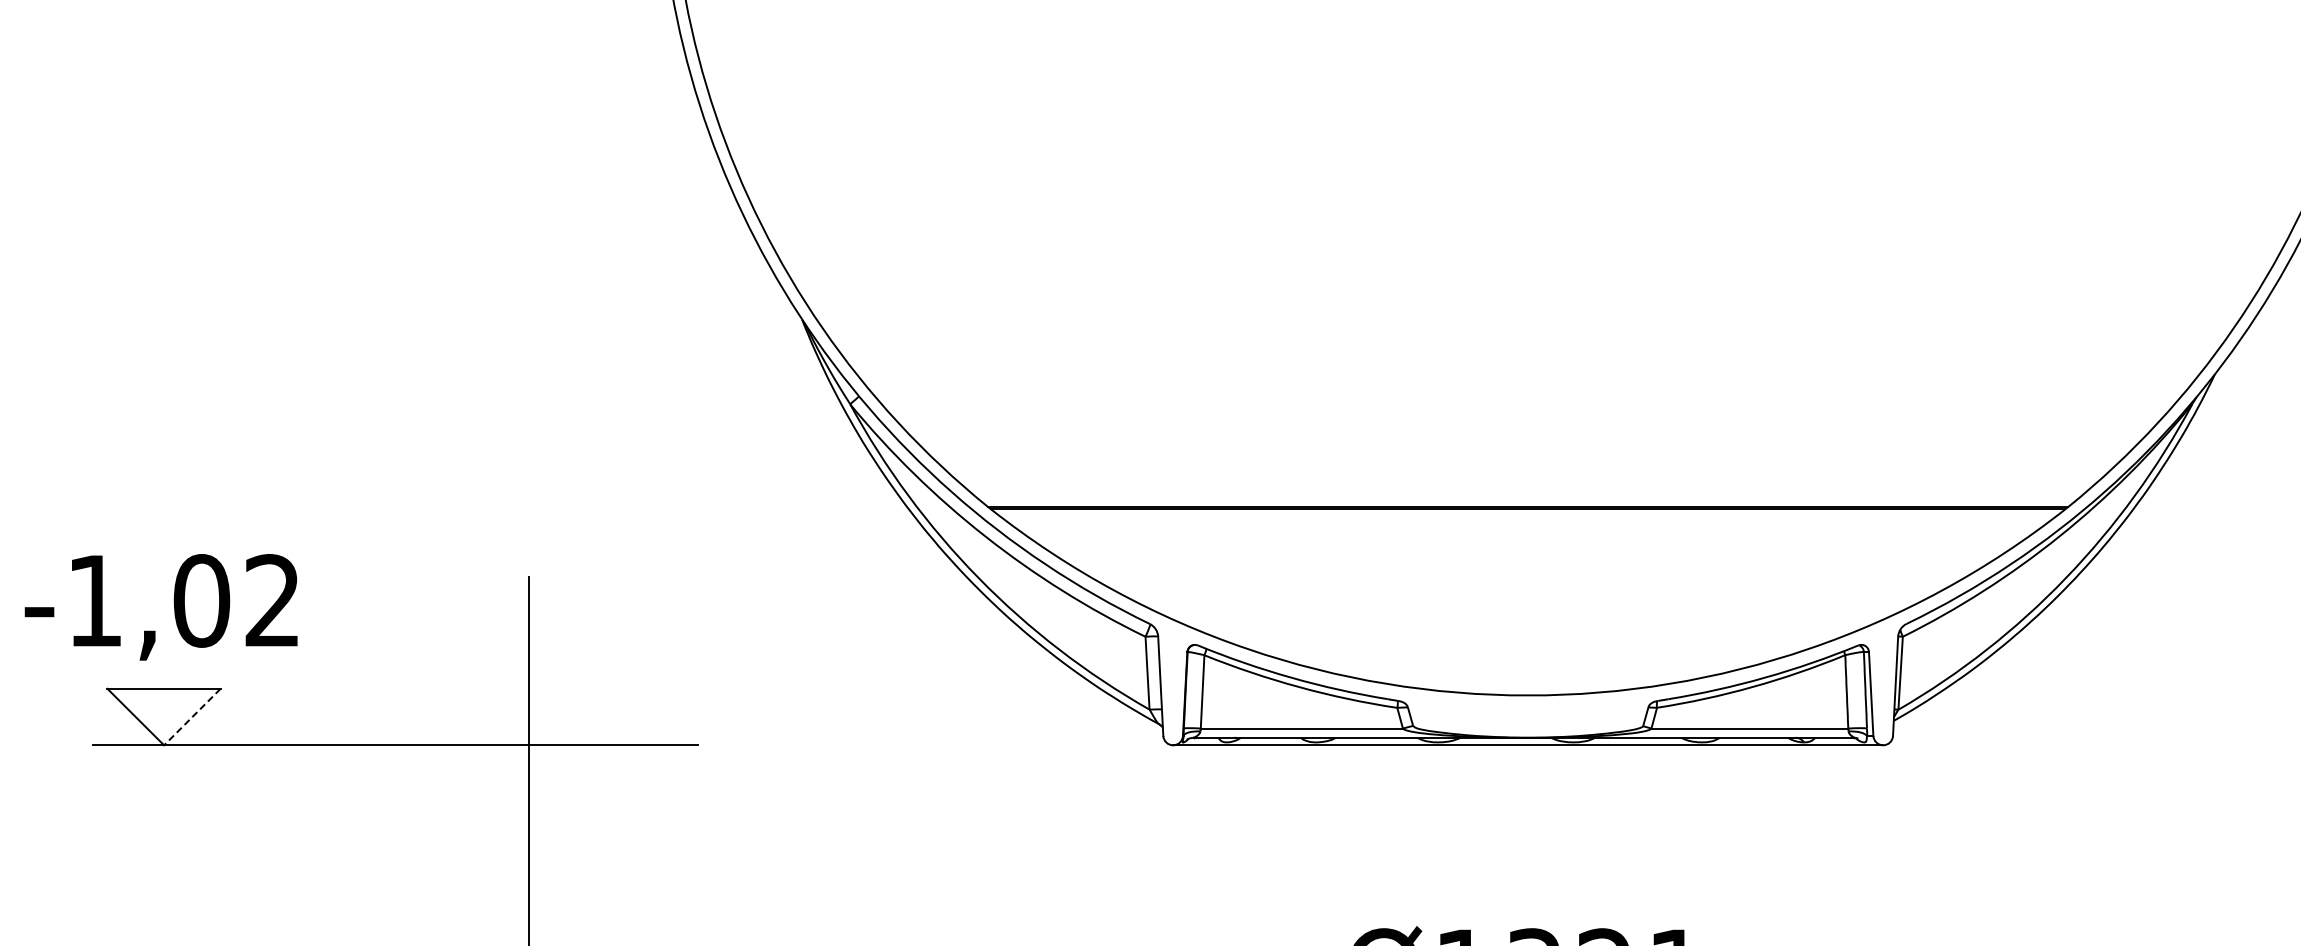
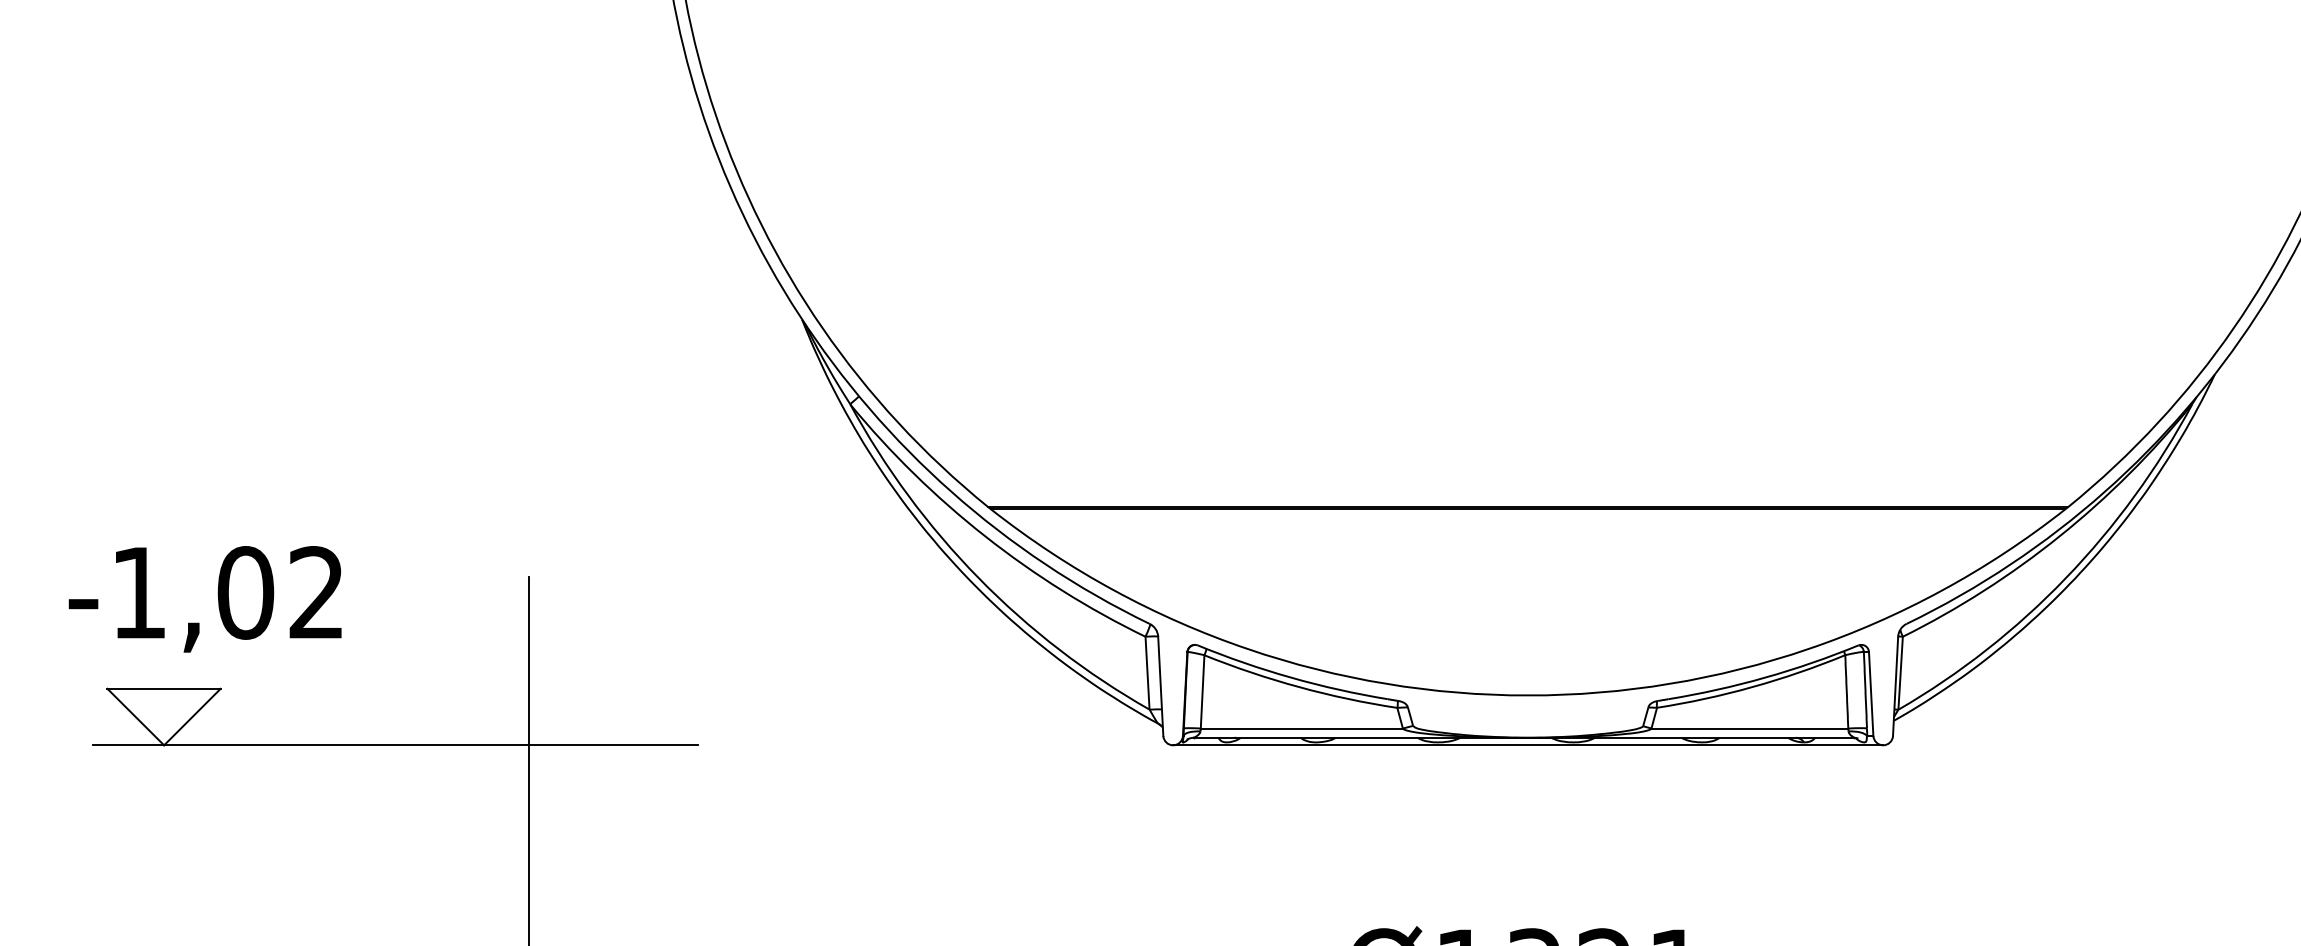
text at (160, 607) position: (160, 607) -> (204, 599)
line at (192, 717): dashed -> solid
